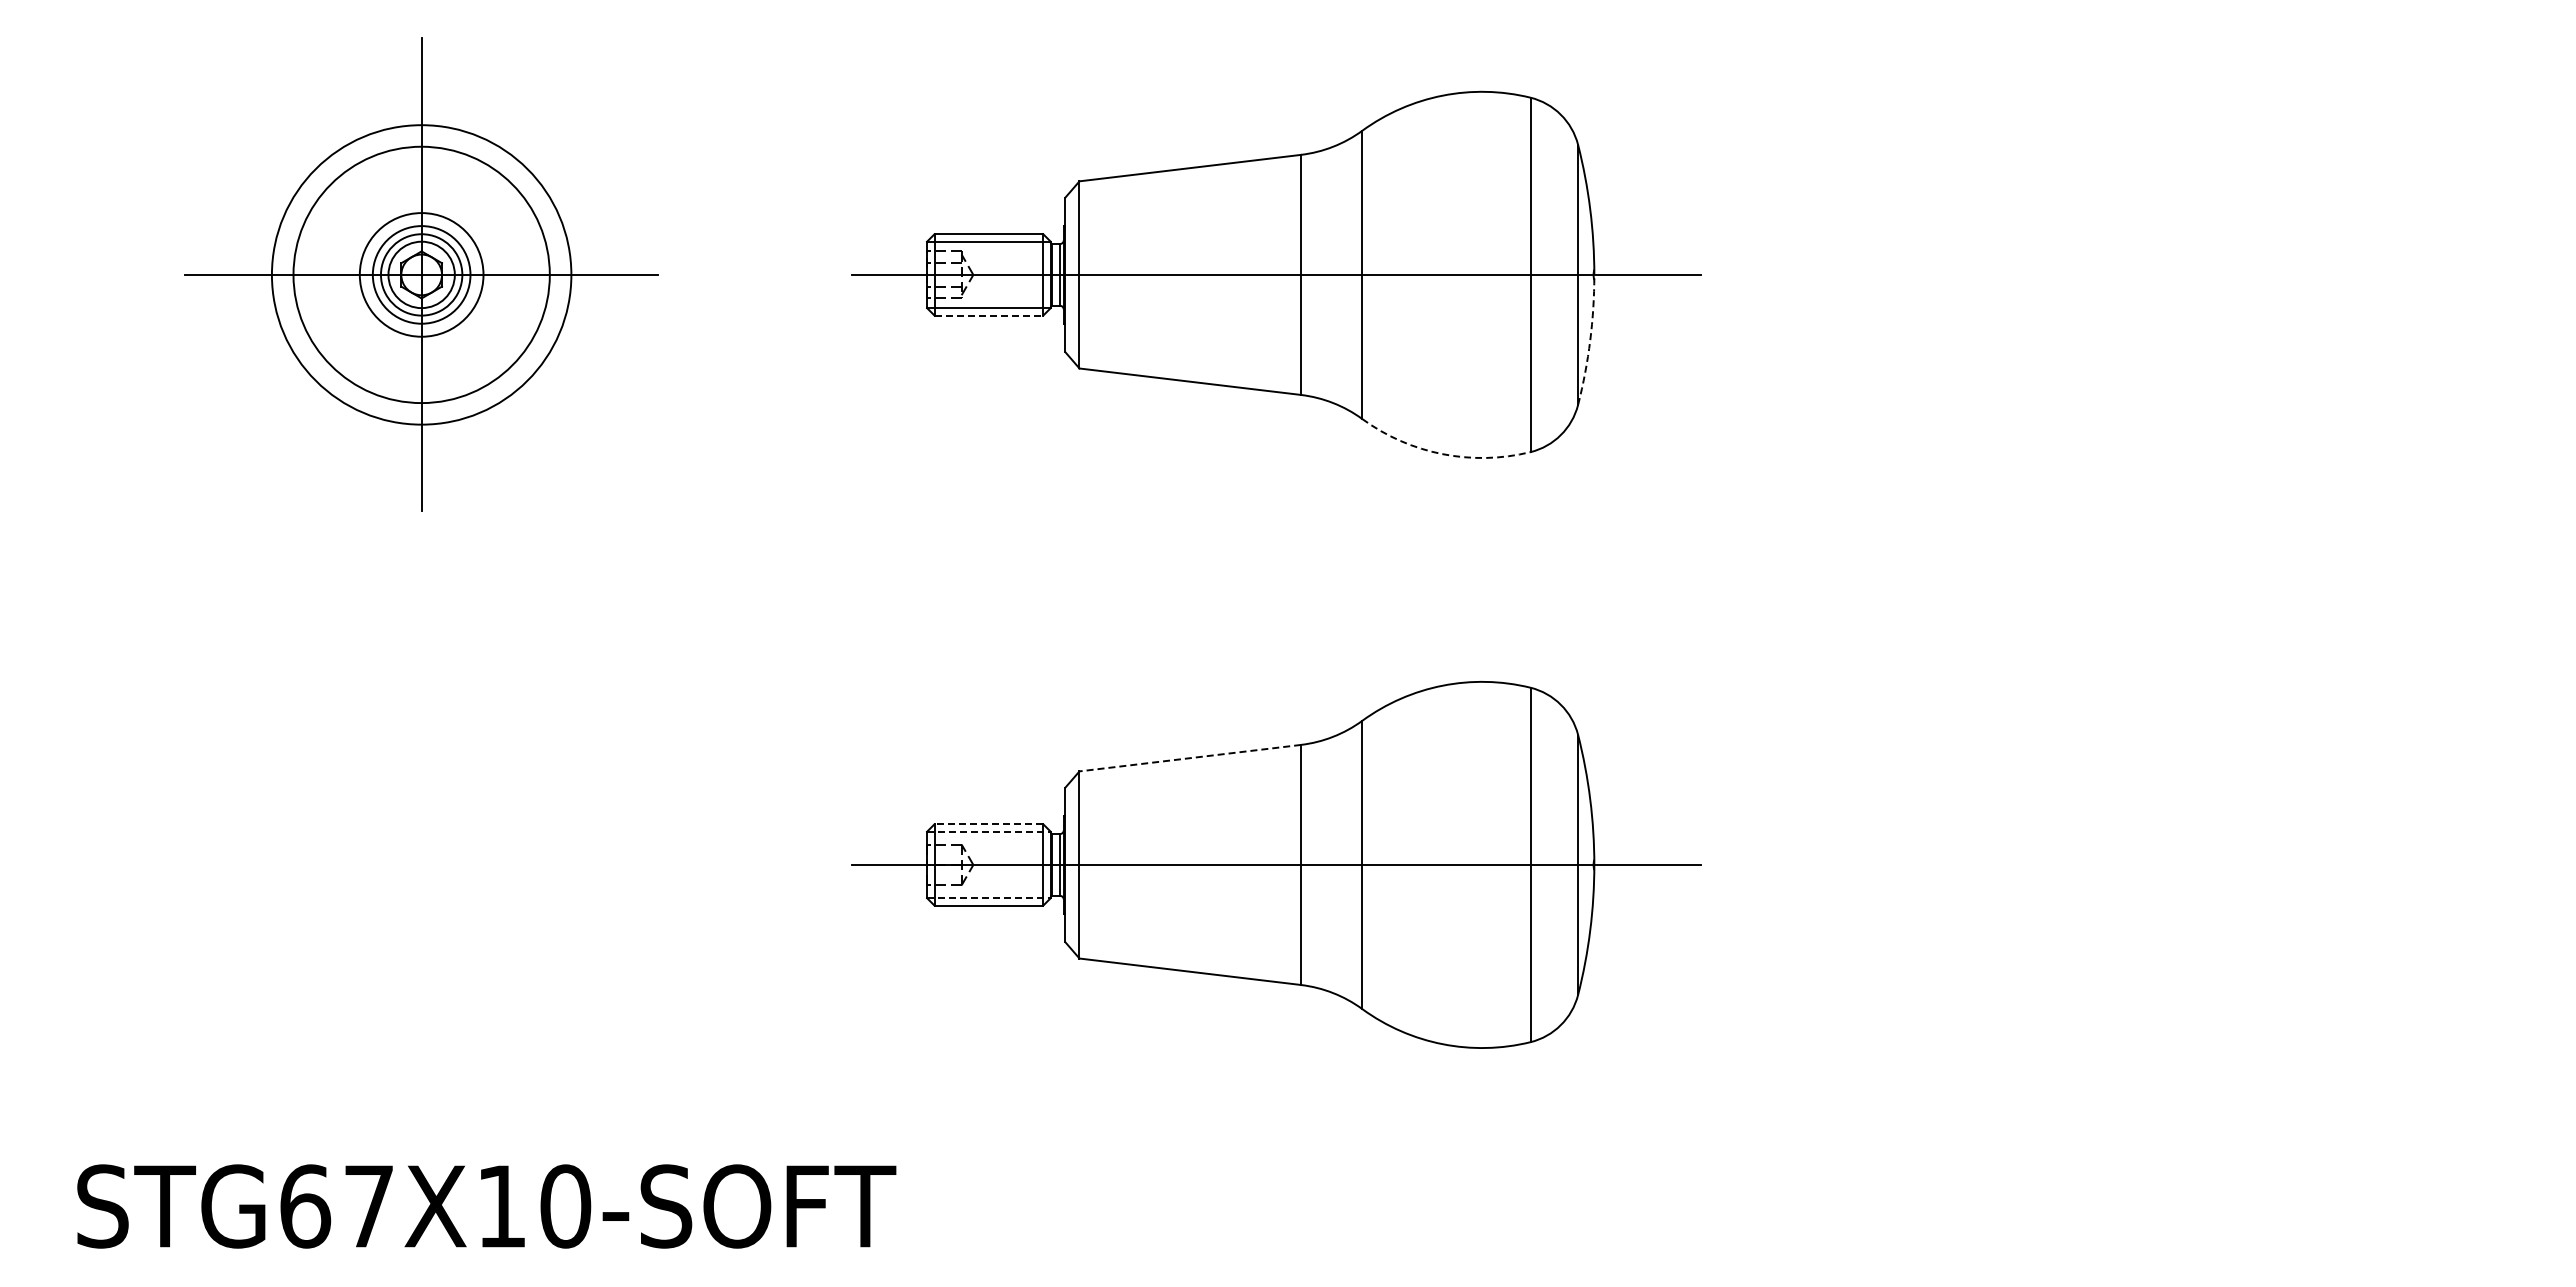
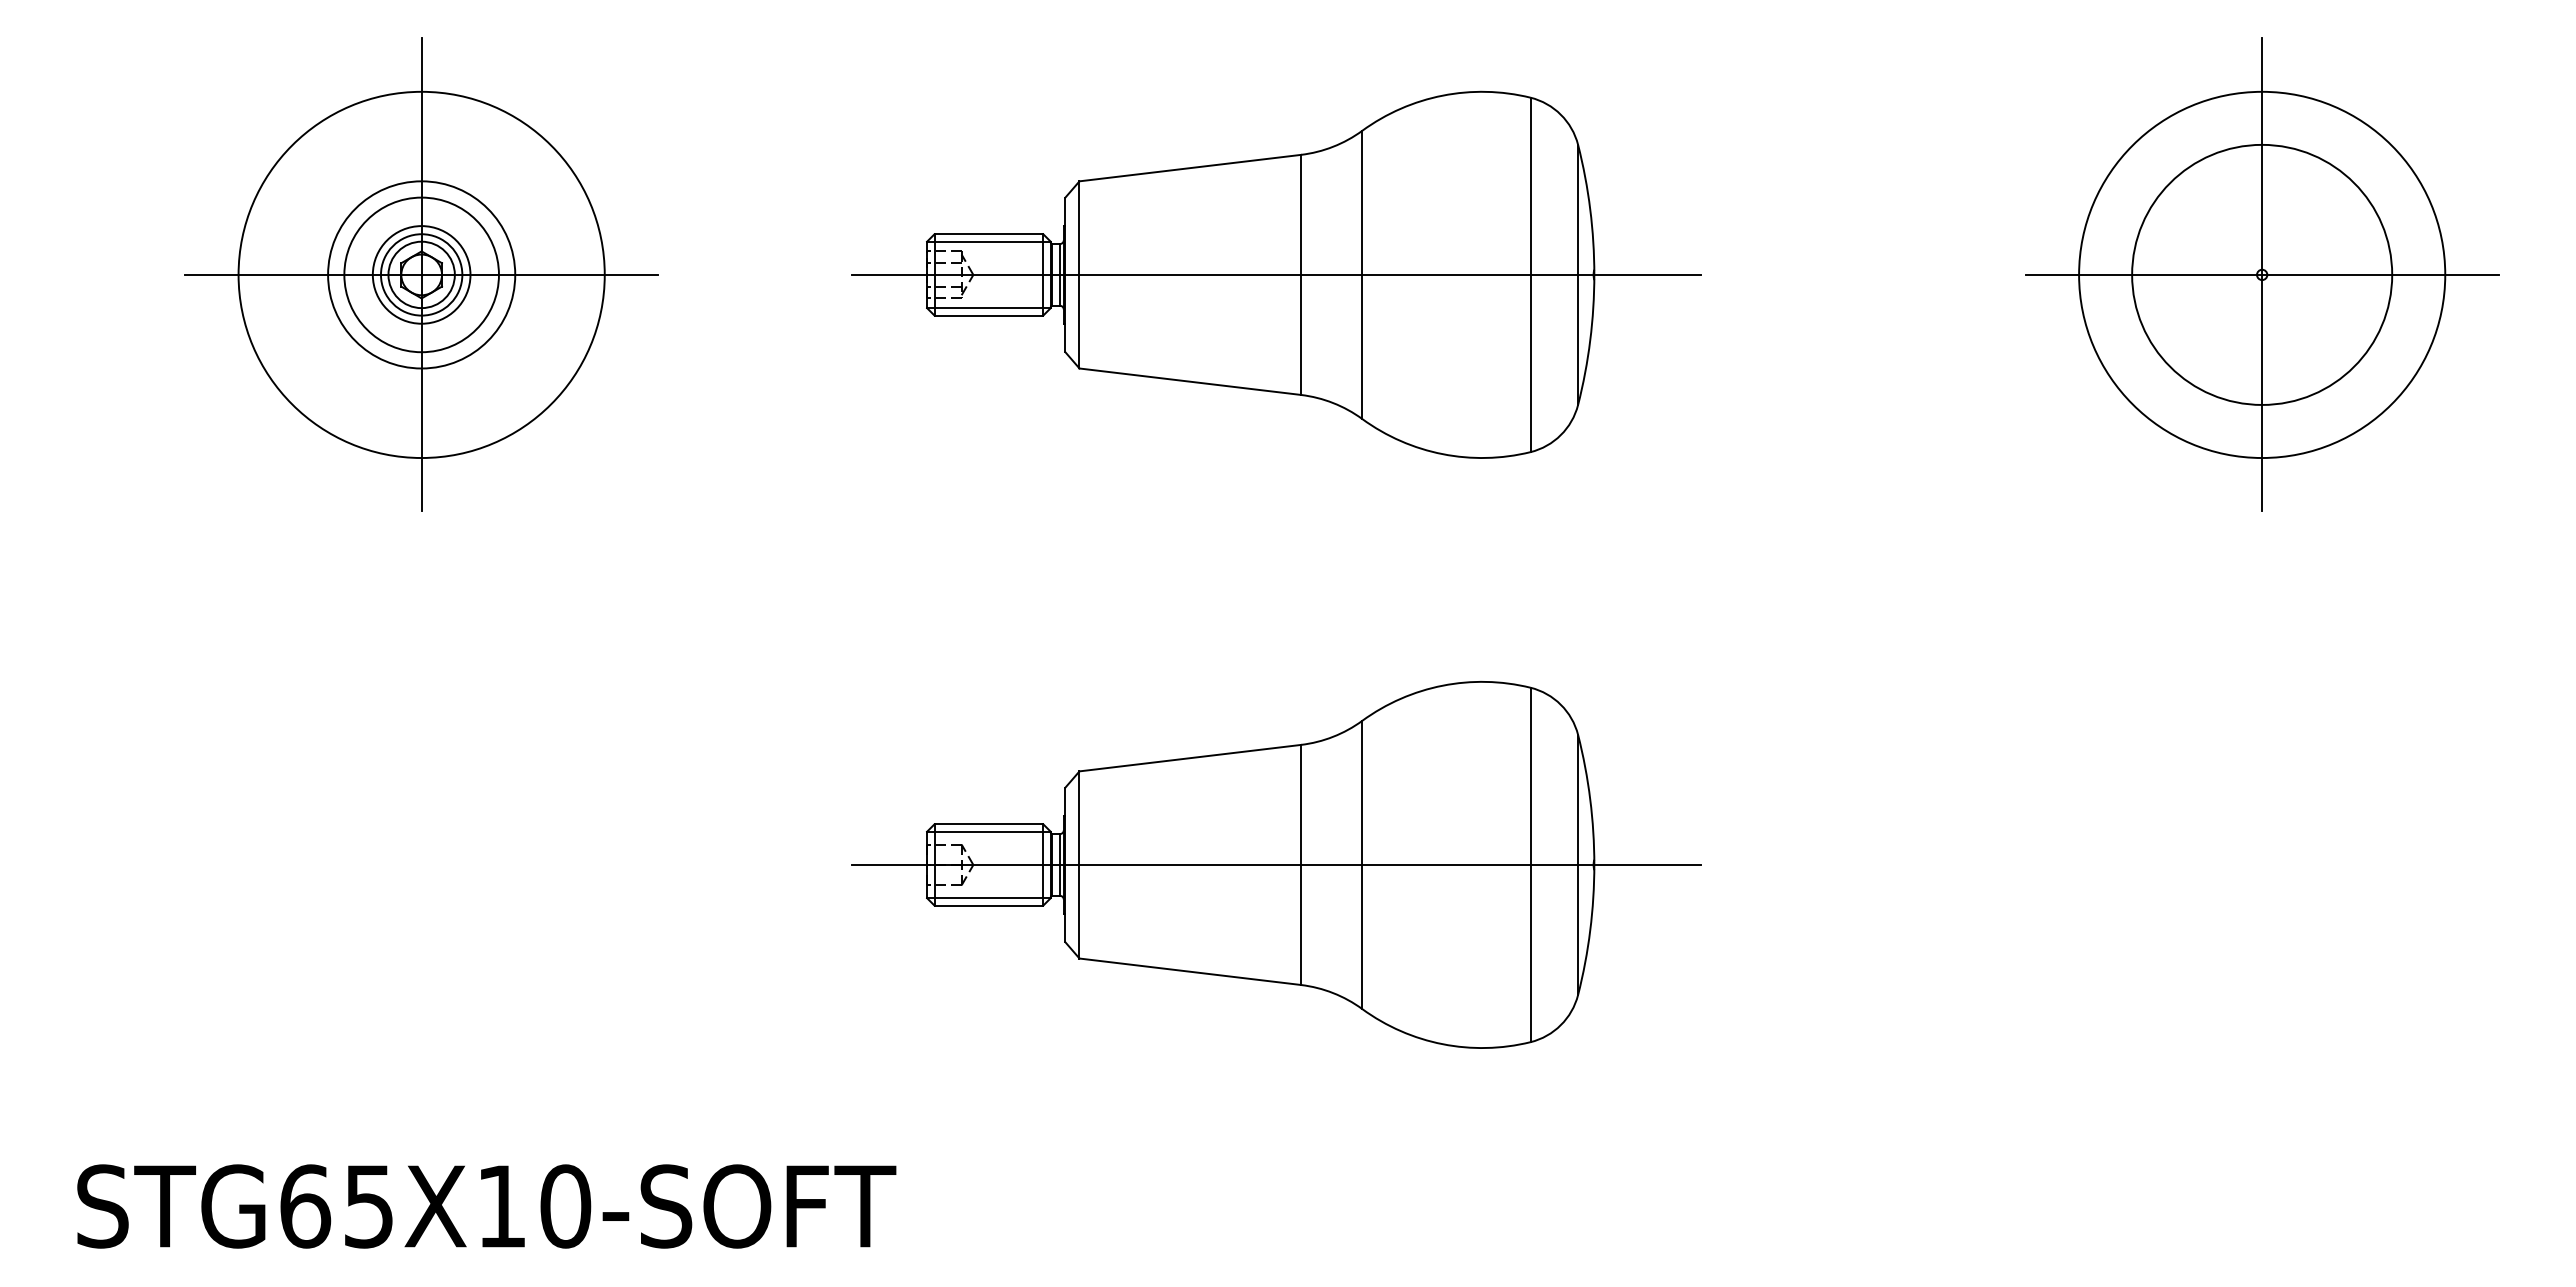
circle at (421, 274) diameter: 124 px -> 155 px
circle at (421, 274) diameter: 256 px -> 366 px
circle at (421, 274) diameter: 299 px -> 187 px
part at (2262, 274): none -> present
line at (989, 315): dashed -> solid
arc at (1590, 340): dashed -> solid
arc at (1442, 454): dashed -> solid
line at (1190, 758): dashed -> solid
line at (988, 824): dashed -> solid
line at (988, 831): dashed -> solid
line at (988, 898): dashed -> solid
text at (368, 1206): STG67X10-SOFT -> STG65X10-SOFT
